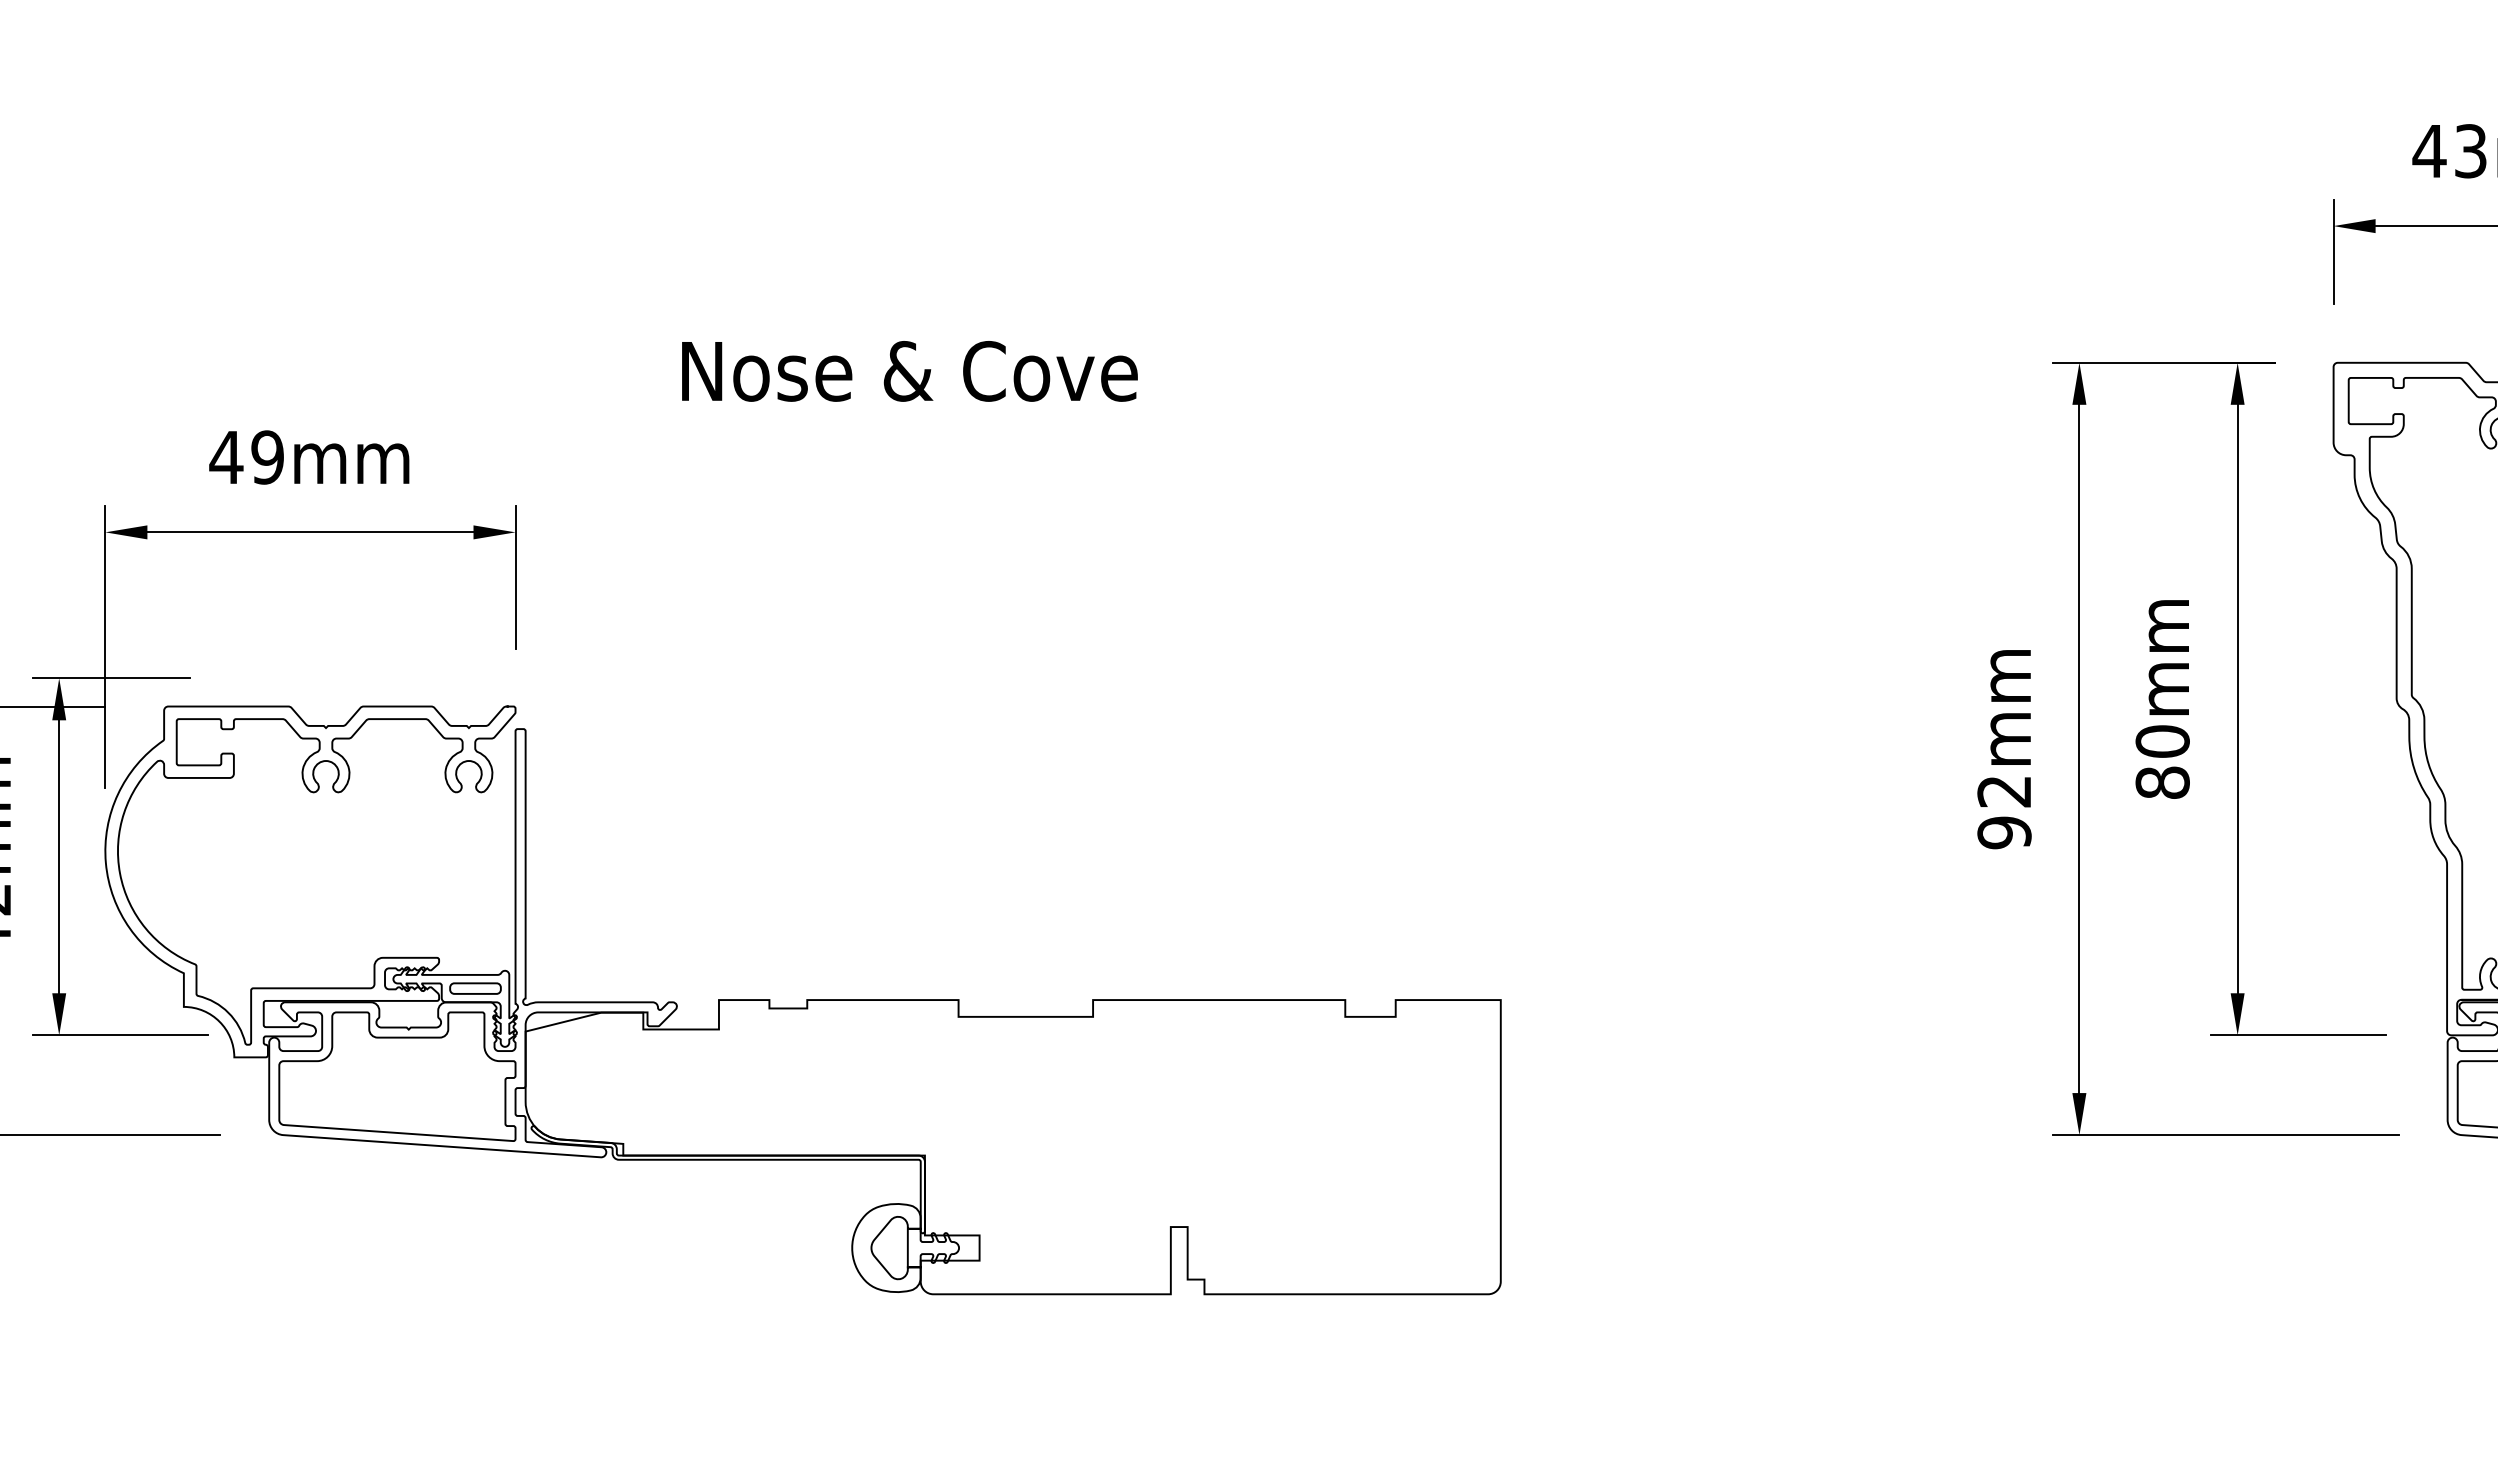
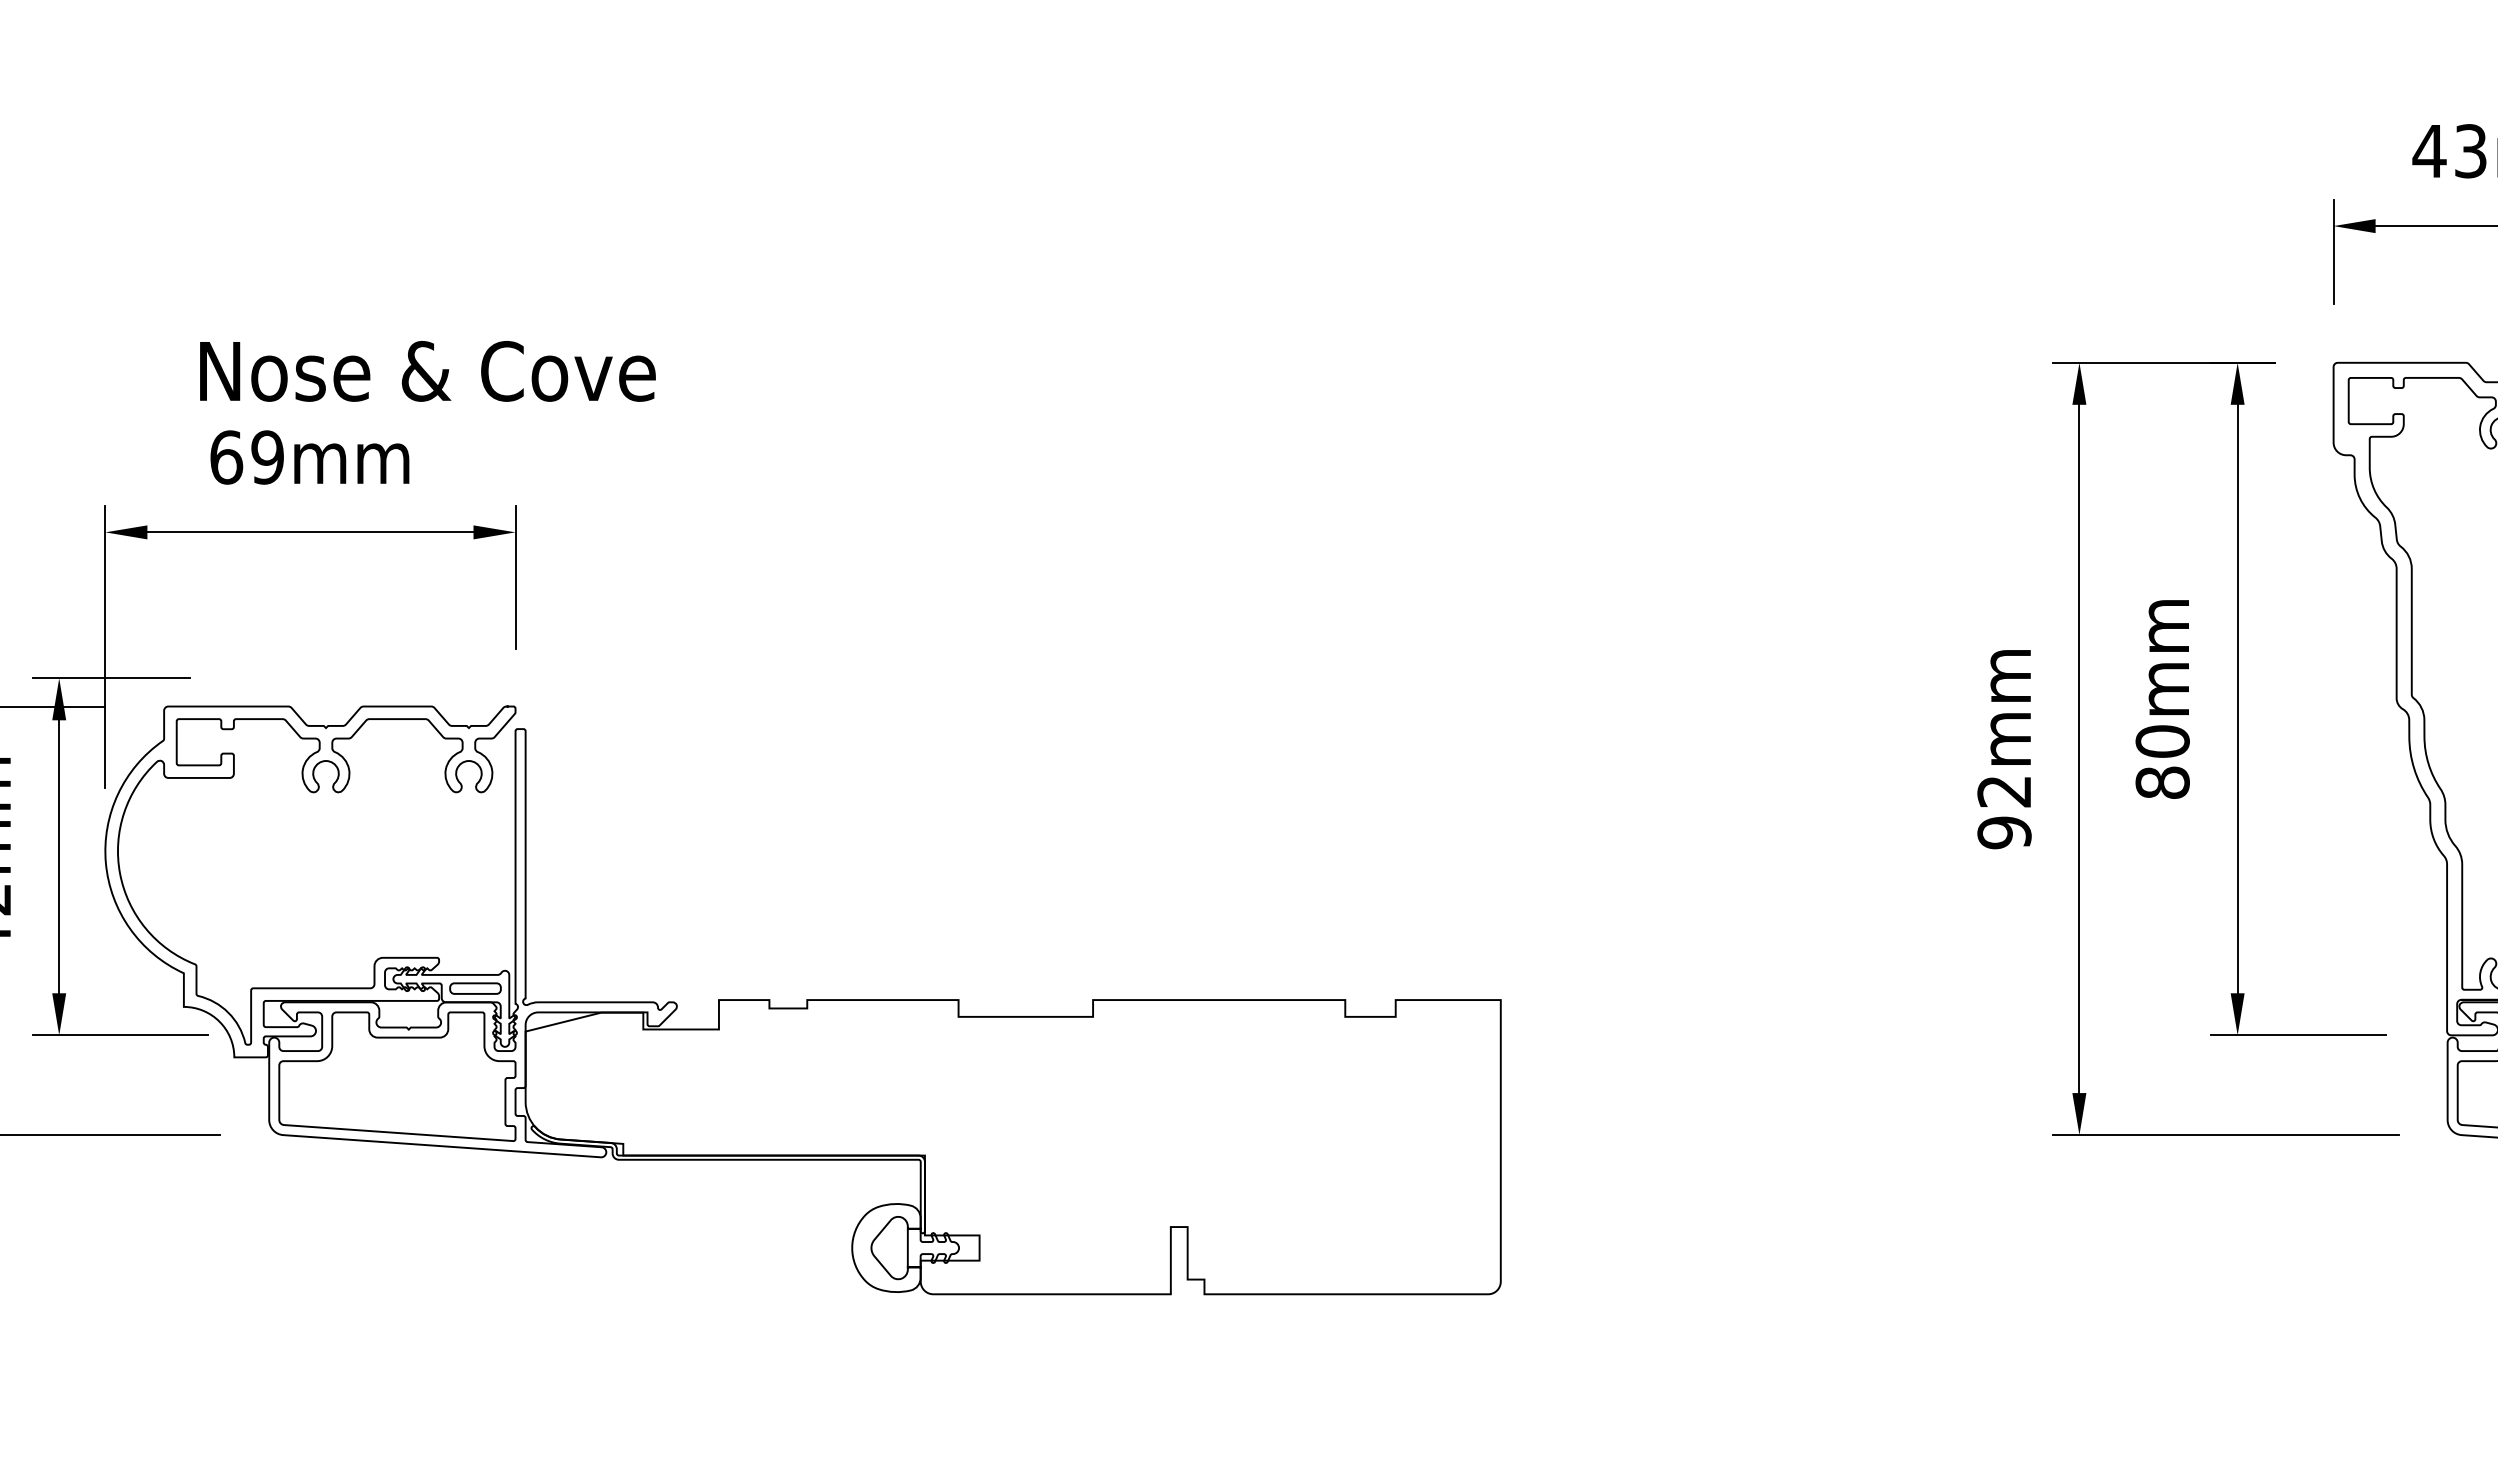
text at (909, 371) position: (909, 371) -> (427, 371)
text at (226, 457): 49mm -> 69mm
